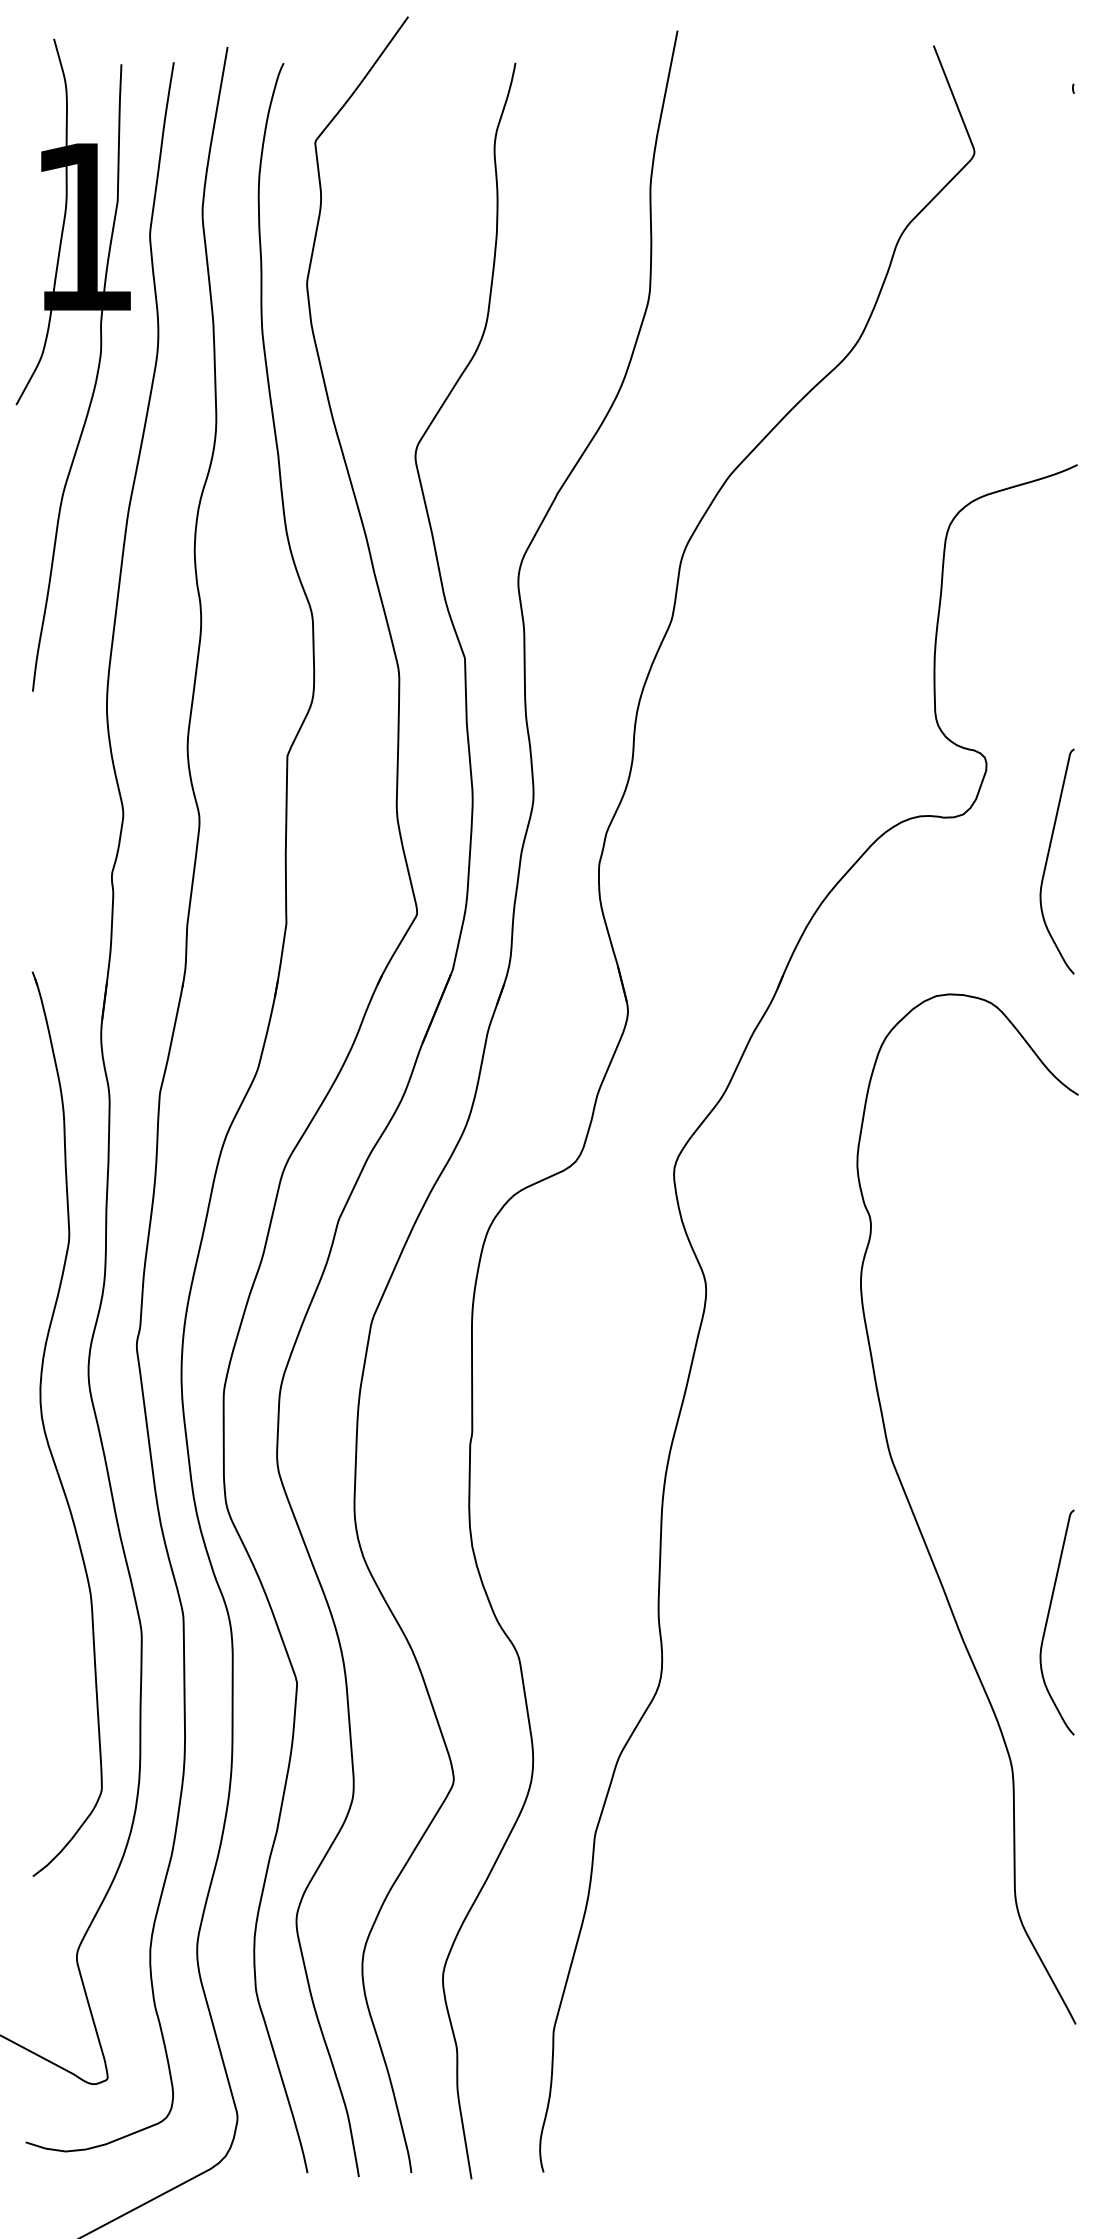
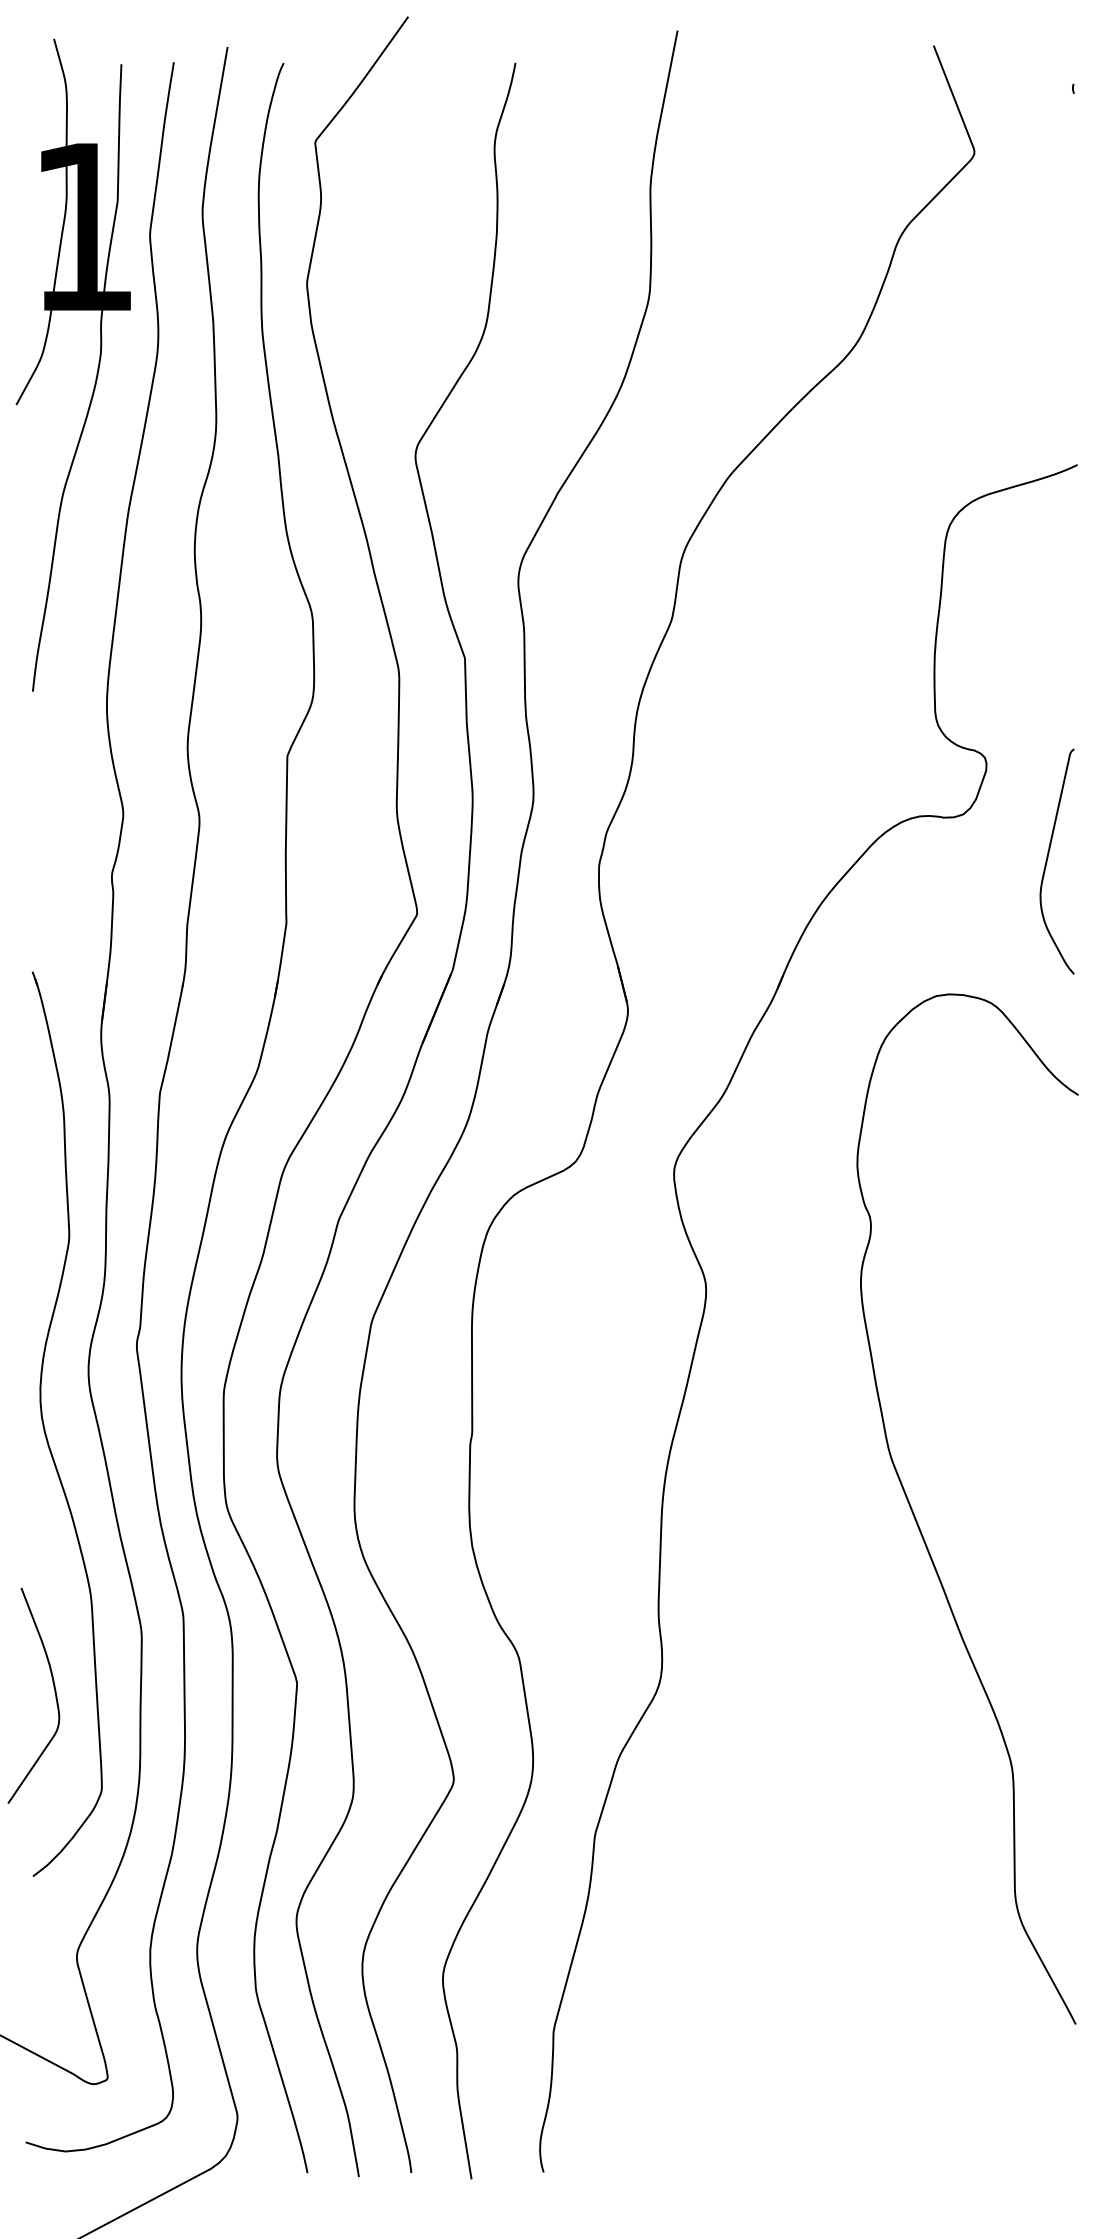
curve at (1048, 1619): present -> none
curve at (54, 1693): none -> present
